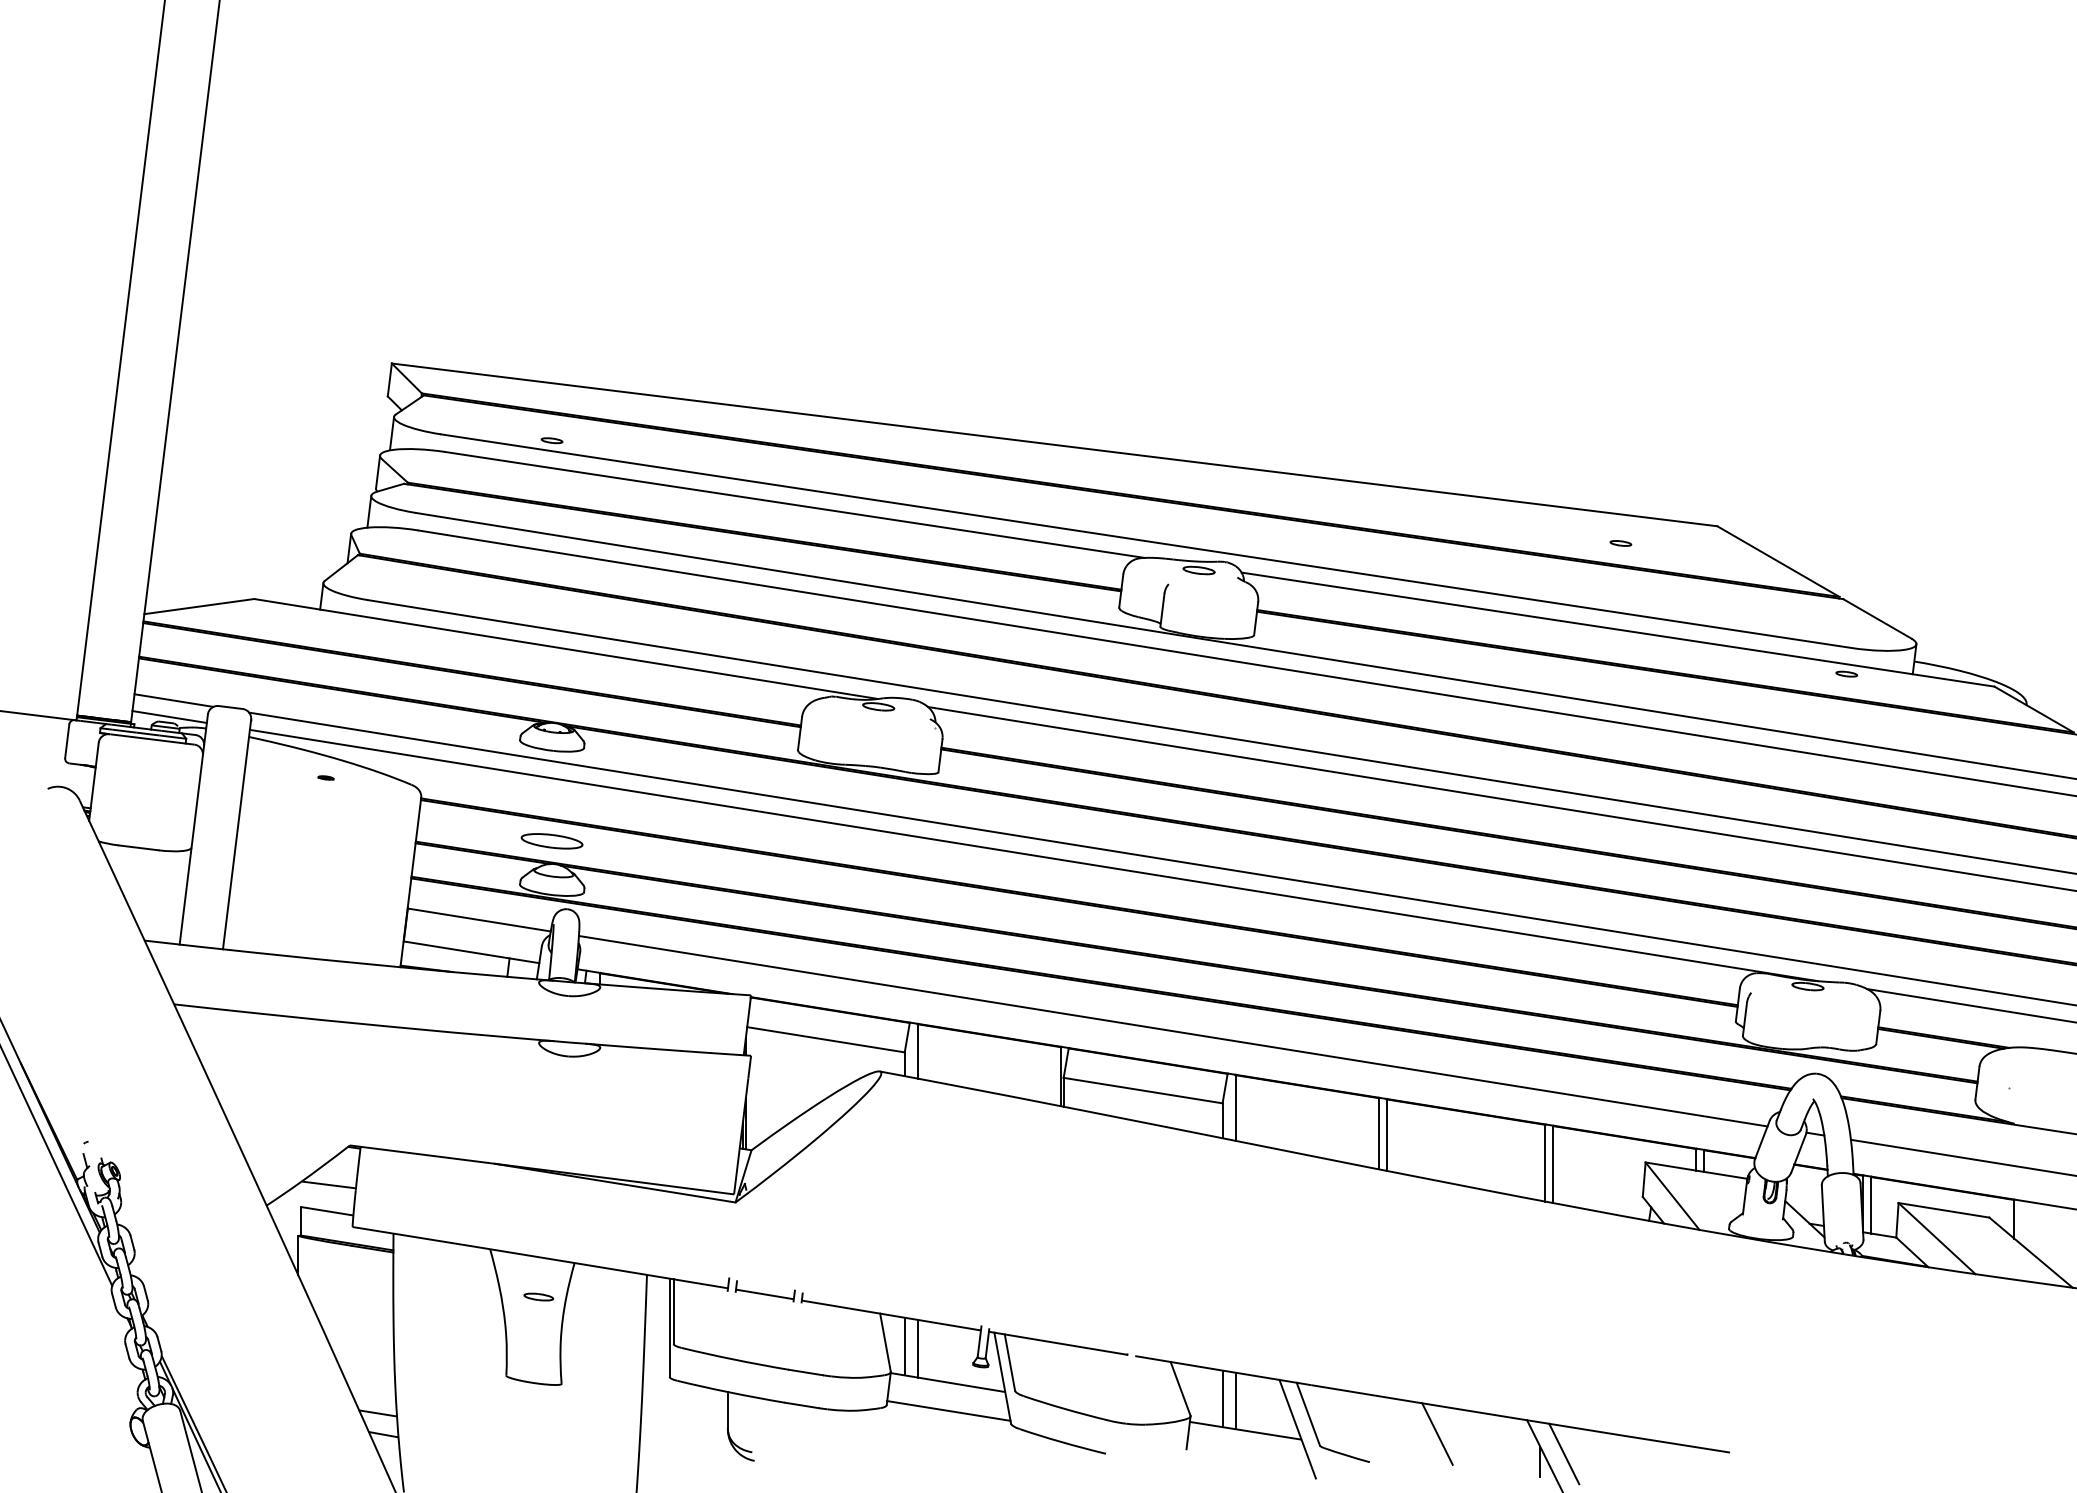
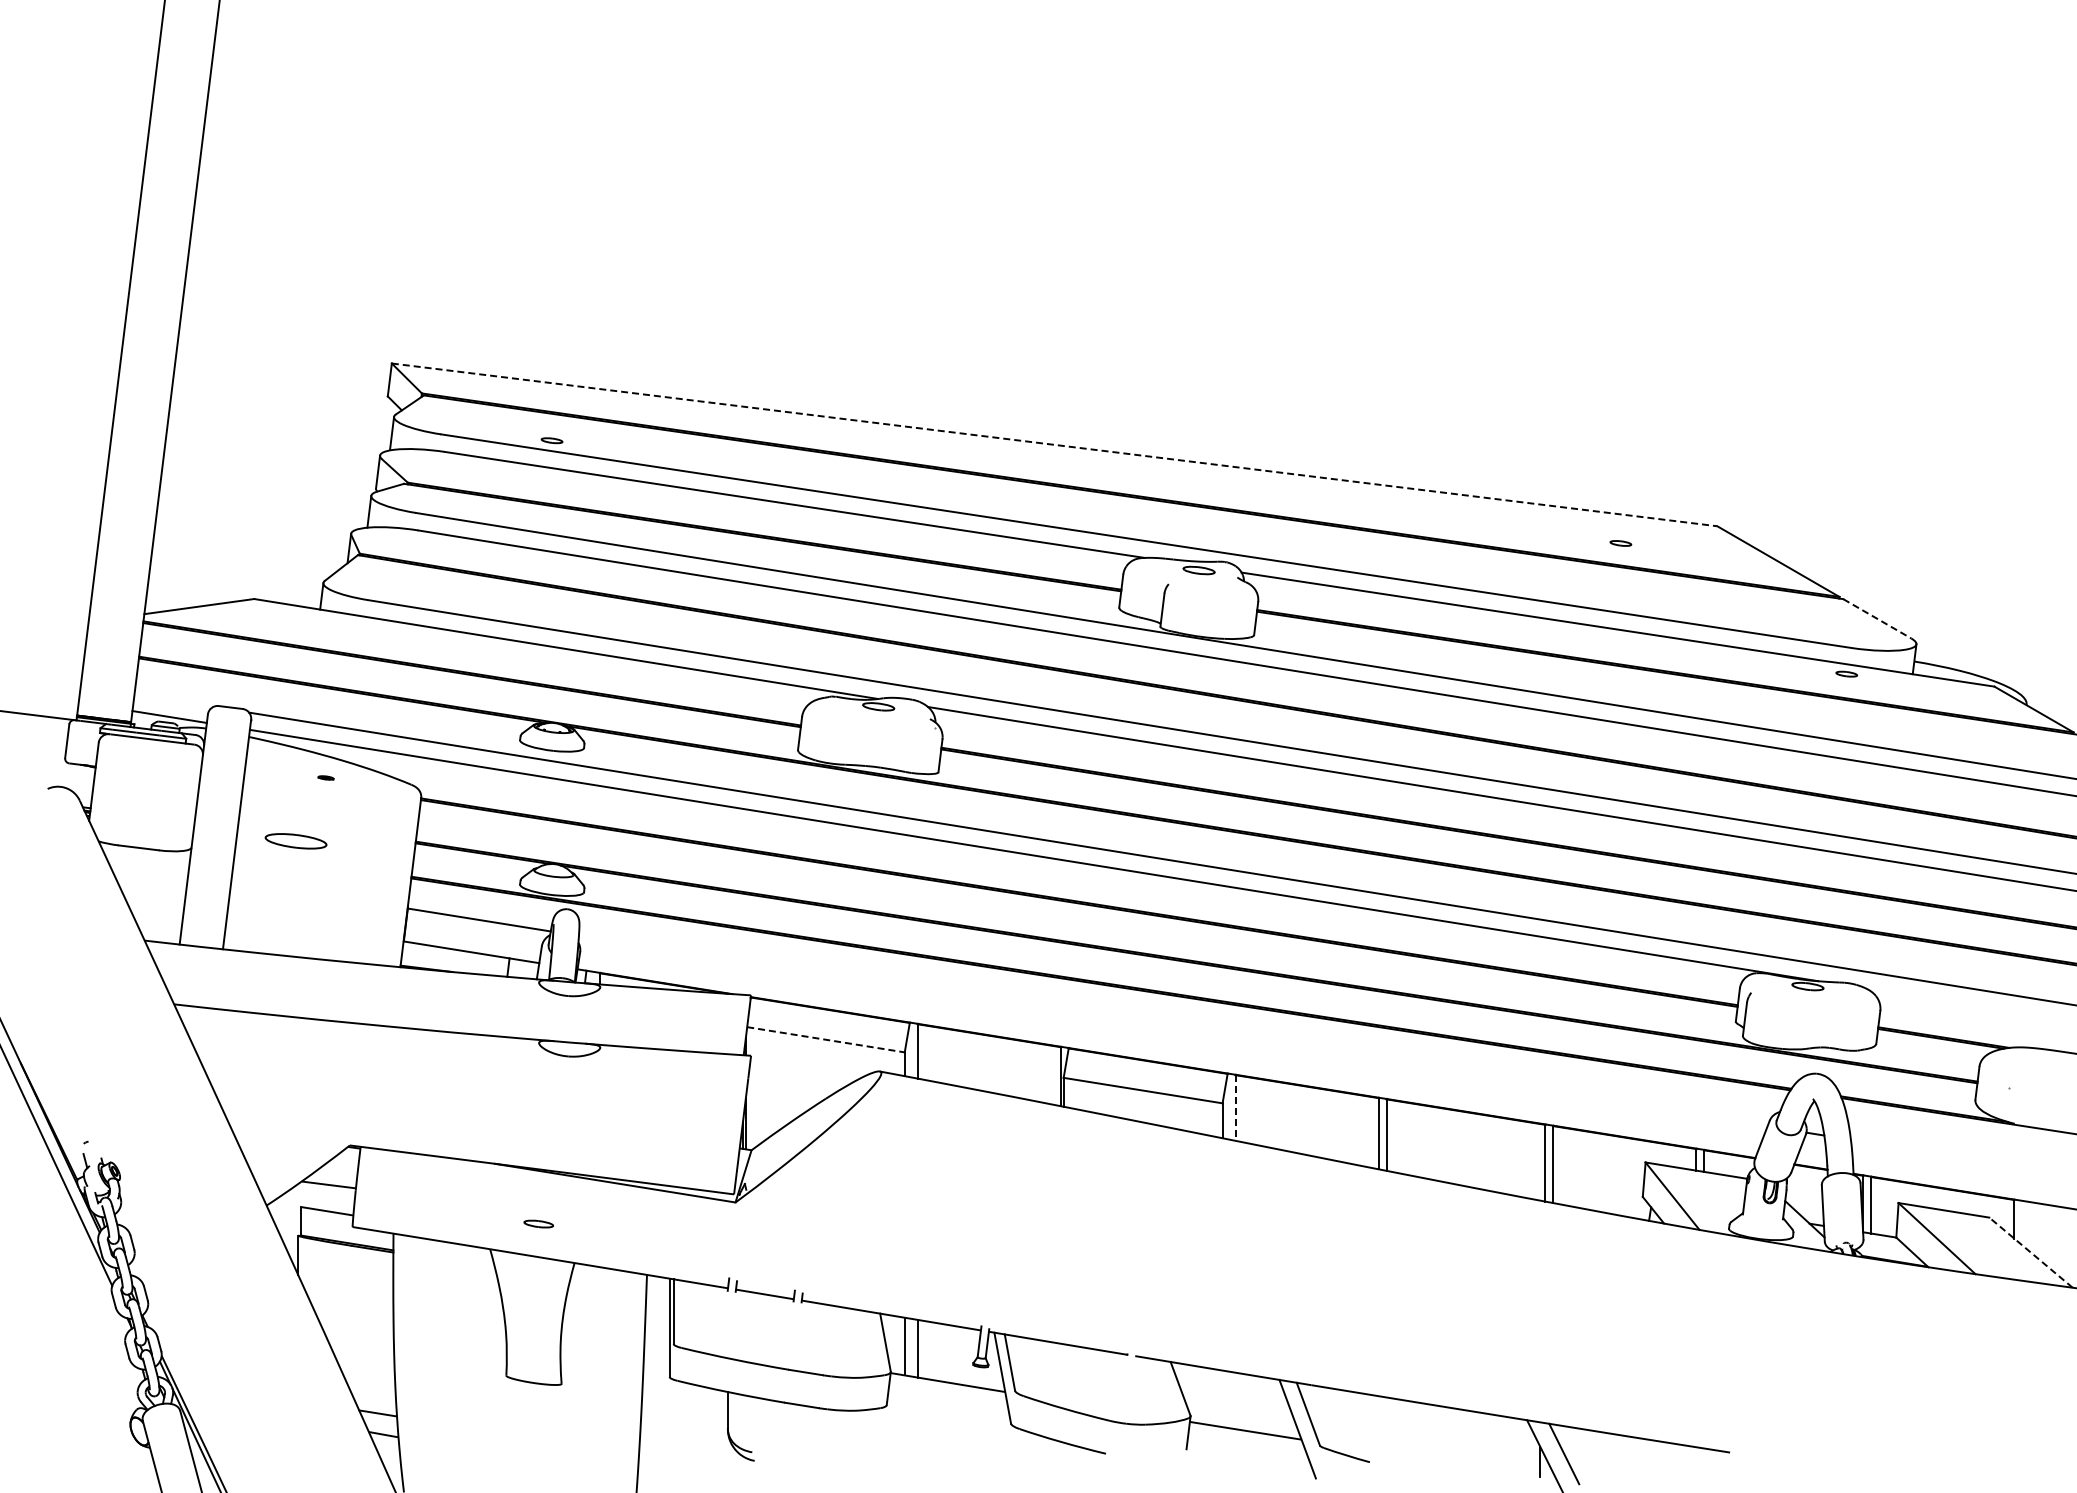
line at (1054, 444): solid -> dashed
line at (1877, 619): solid -> dashed
line at (173, 700): present -> none
part at (551, 841) position: (551, 841) -> (295, 841)
line at (1970, 1005): present -> none
line at (1172, 1030): present -> none
line at (825, 1039): solid -> dashed
line at (1235, 1108): solid -> dashed
line at (1961, 1157): present -> none
line at (2030, 1252): solid -> dashed
part at (538, 1296) position: (538, 1296) -> (538, 1223)
line at (1222, 1398): present -> none
line at (1235, 1400): present -> none
line at (948, 1410): present -> none
line at (1437, 1433): present -> none
